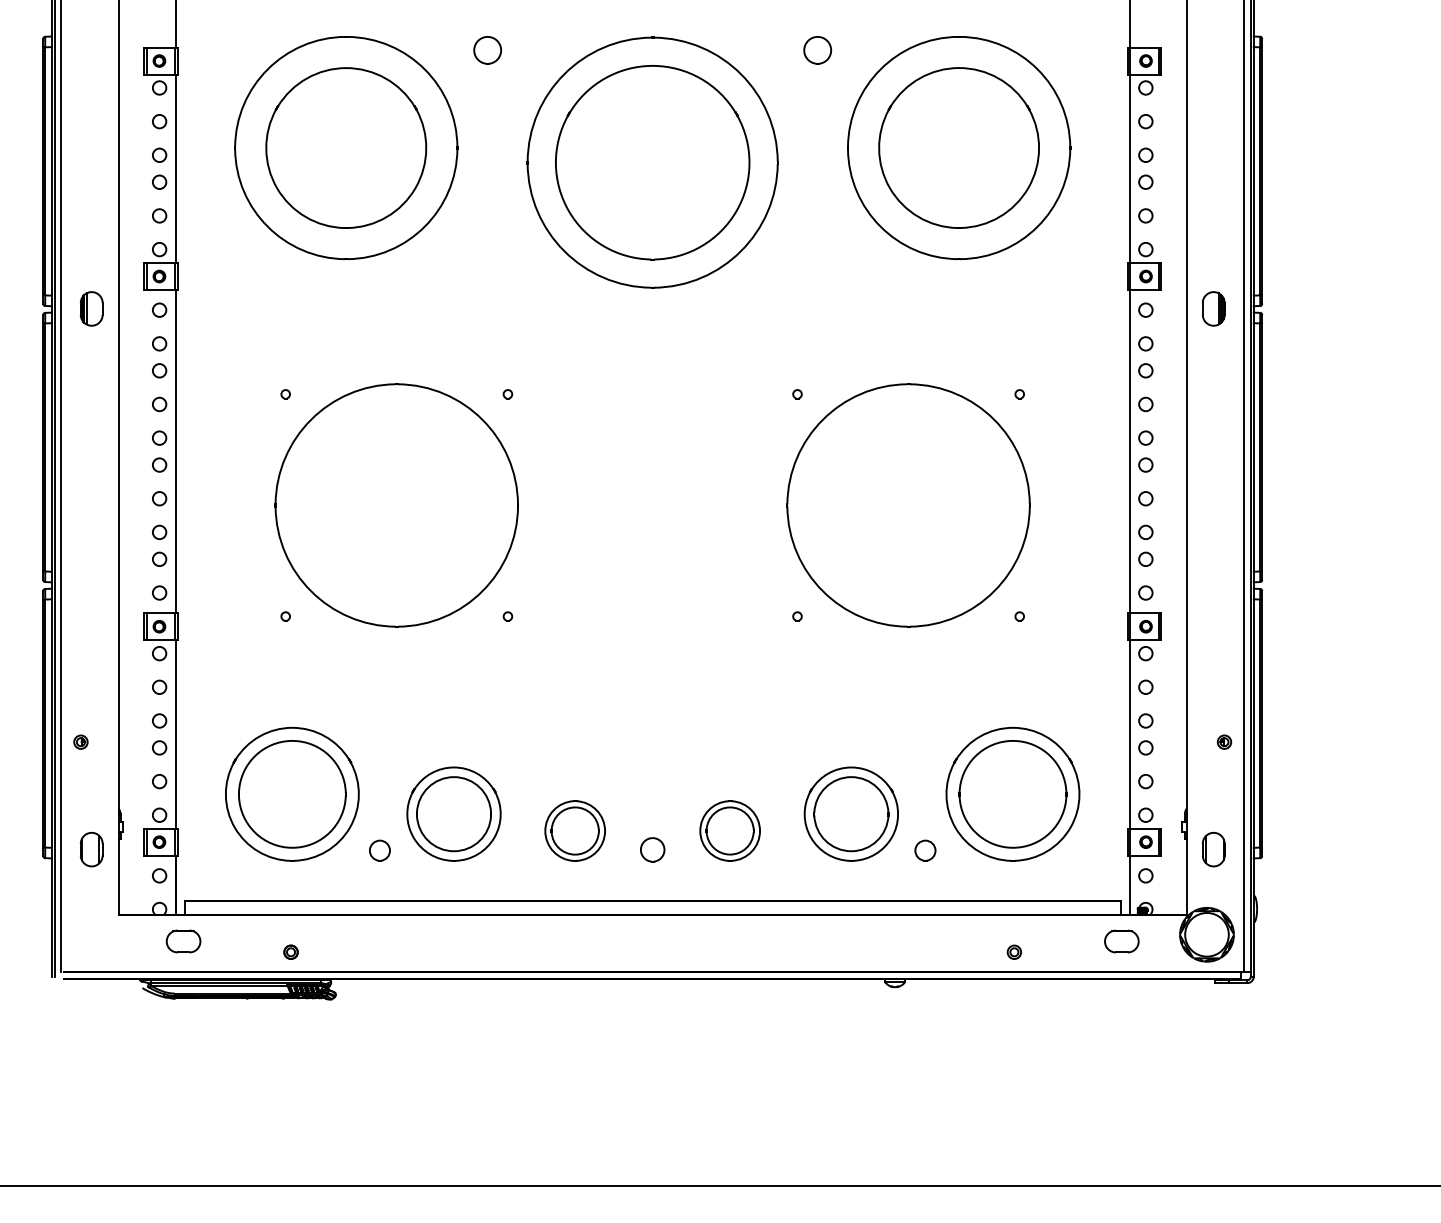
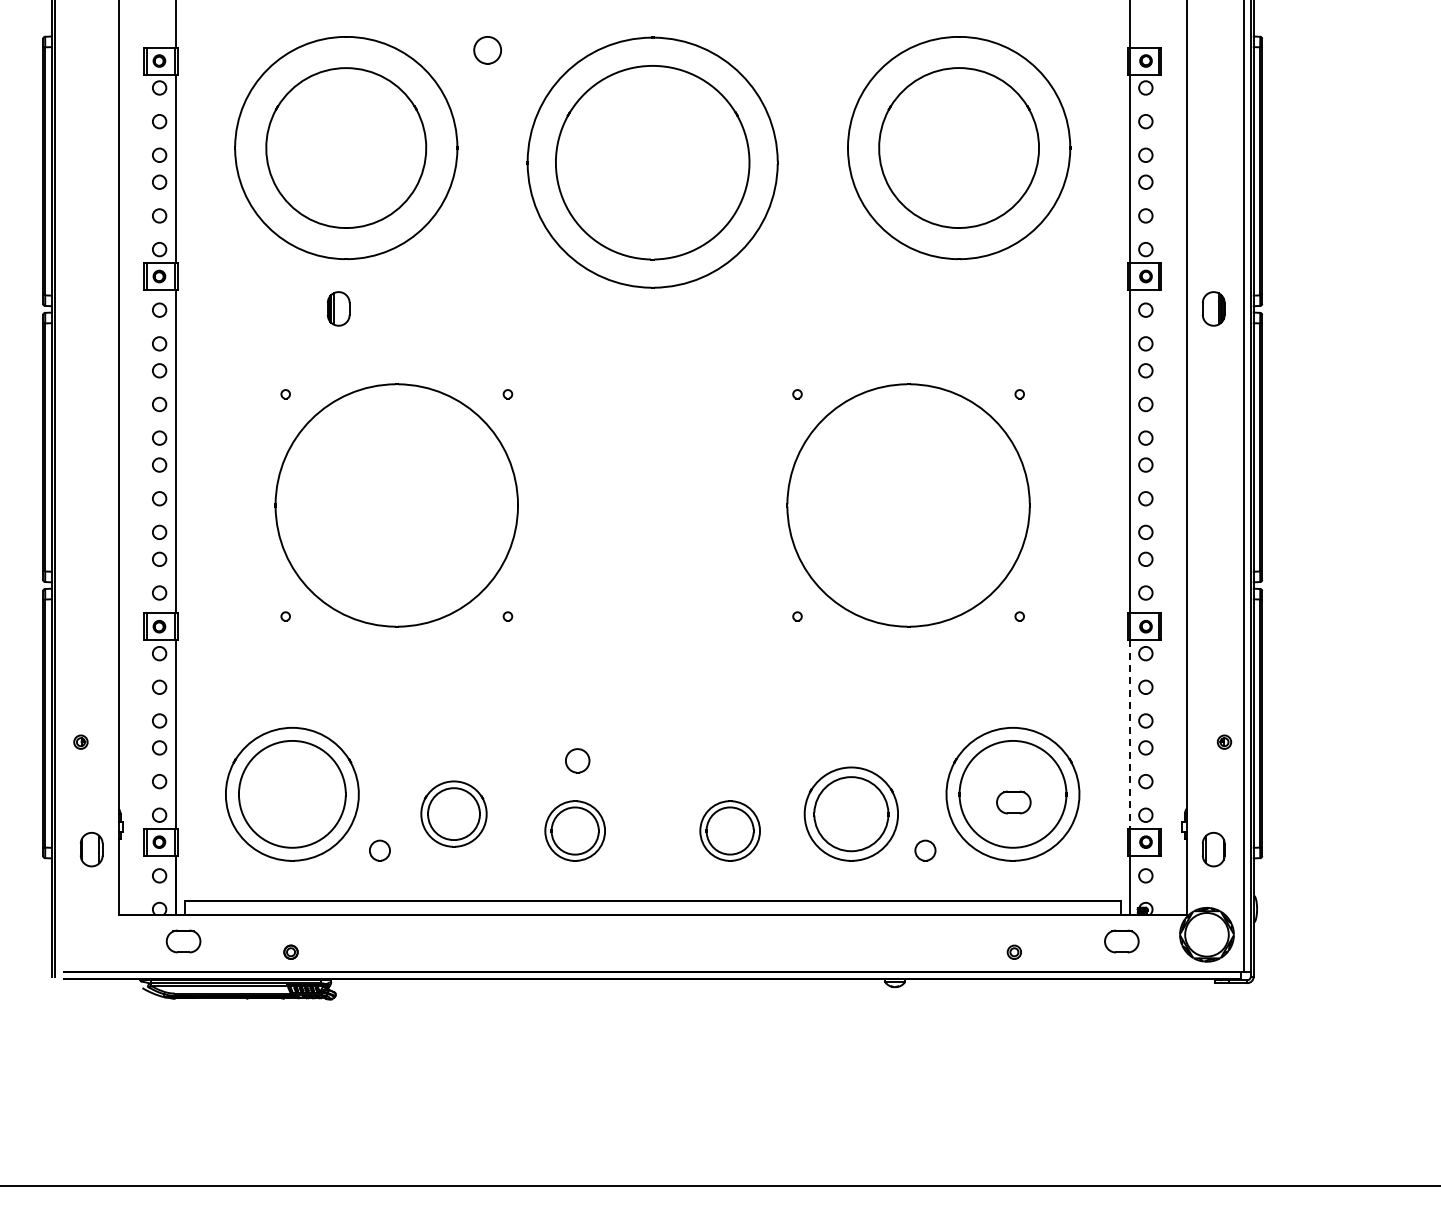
part at (817, 50): present -> none
part at (91, 308) position: (91, 308) -> (338, 308)
line at (61, 486): present -> none
line at (1129, 734): solid -> dashed
part at (1013, 802): none -> present
part at (453, 813) size: 96x96 px -> 68x68 px
part at (652, 849) position: (652, 849) -> (577, 760)
